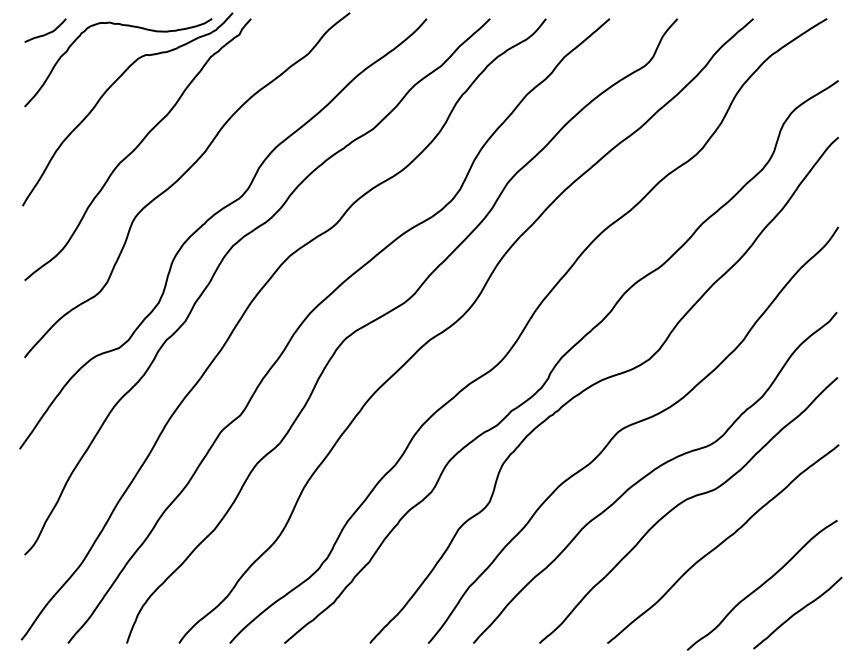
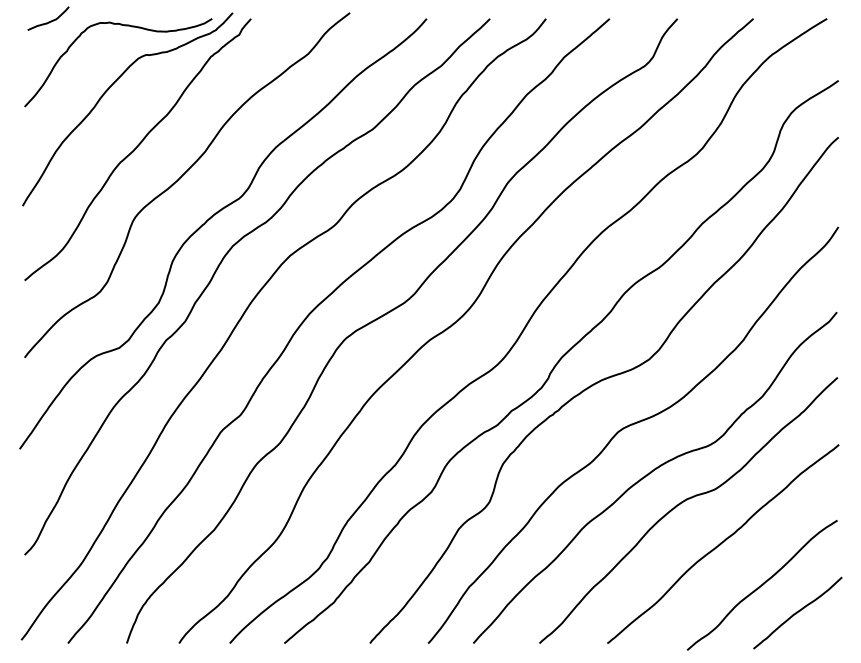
curve at (47, 32) position: (47, 32) -> (50, 20)
